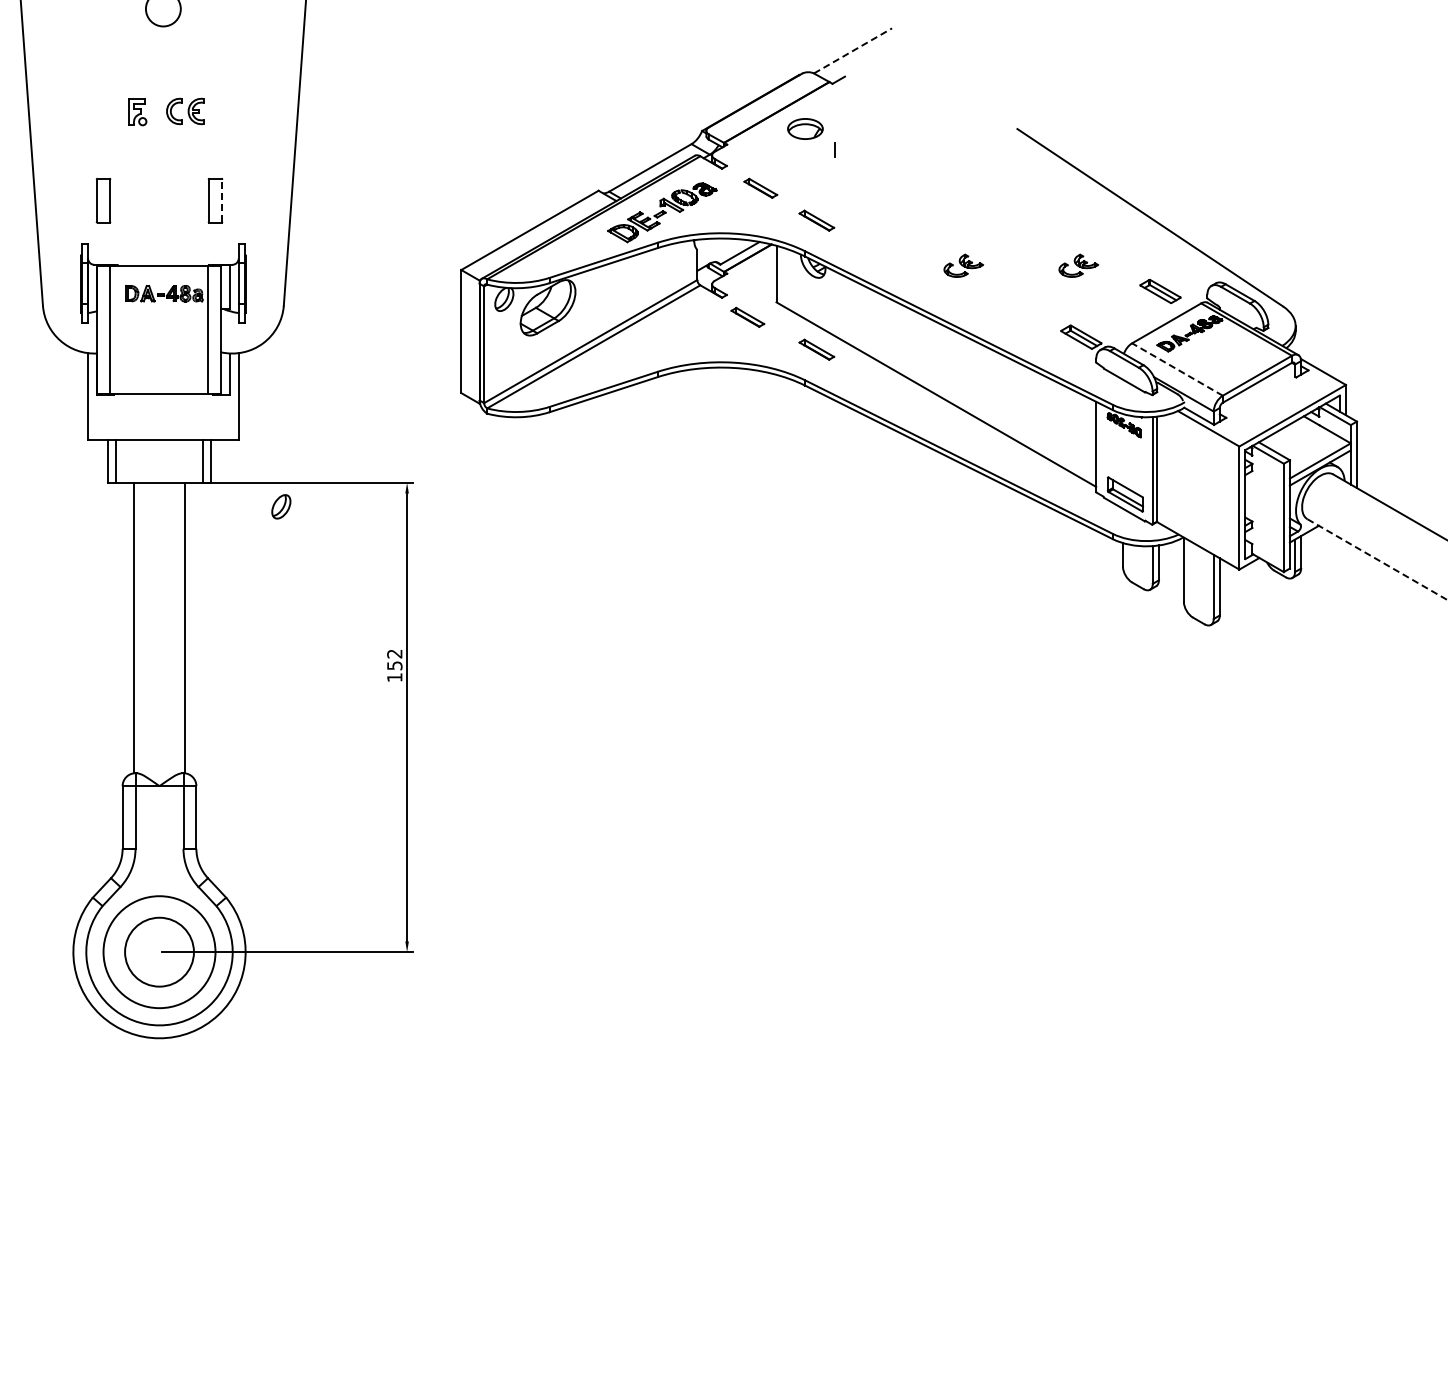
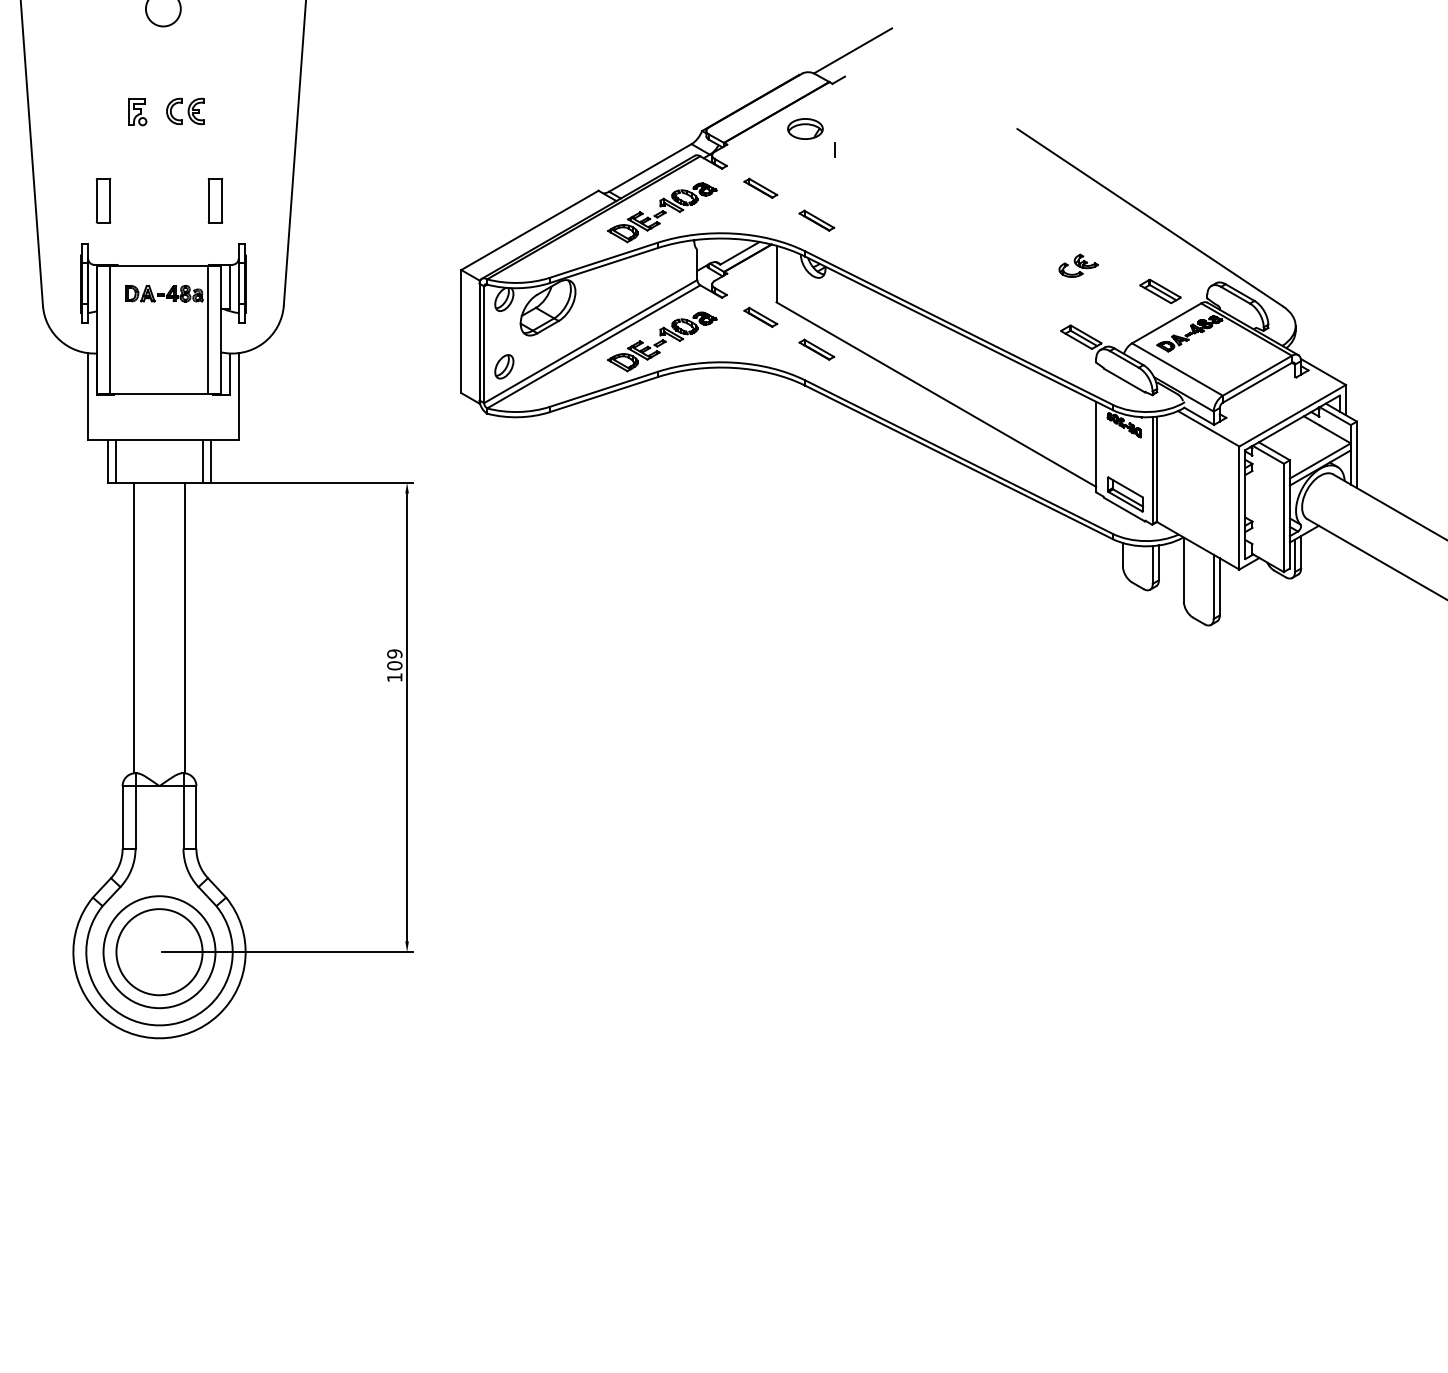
line at (853, 50): dashed -> solid
line at (222, 200): dashed -> solid
part at (963, 265): present -> none
part at (747, 316) position: (747, 316) -> (760, 316)
part at (662, 341): none -> present
line at (1177, 369): dashed -> solid
part at (281, 506) position: (281, 506) -> (504, 366)
line at (1377, 559): dashed -> solid
text at (394, 659): 152 -> 109
circle at (159, 951) diameter: 69 px -> 86 px
